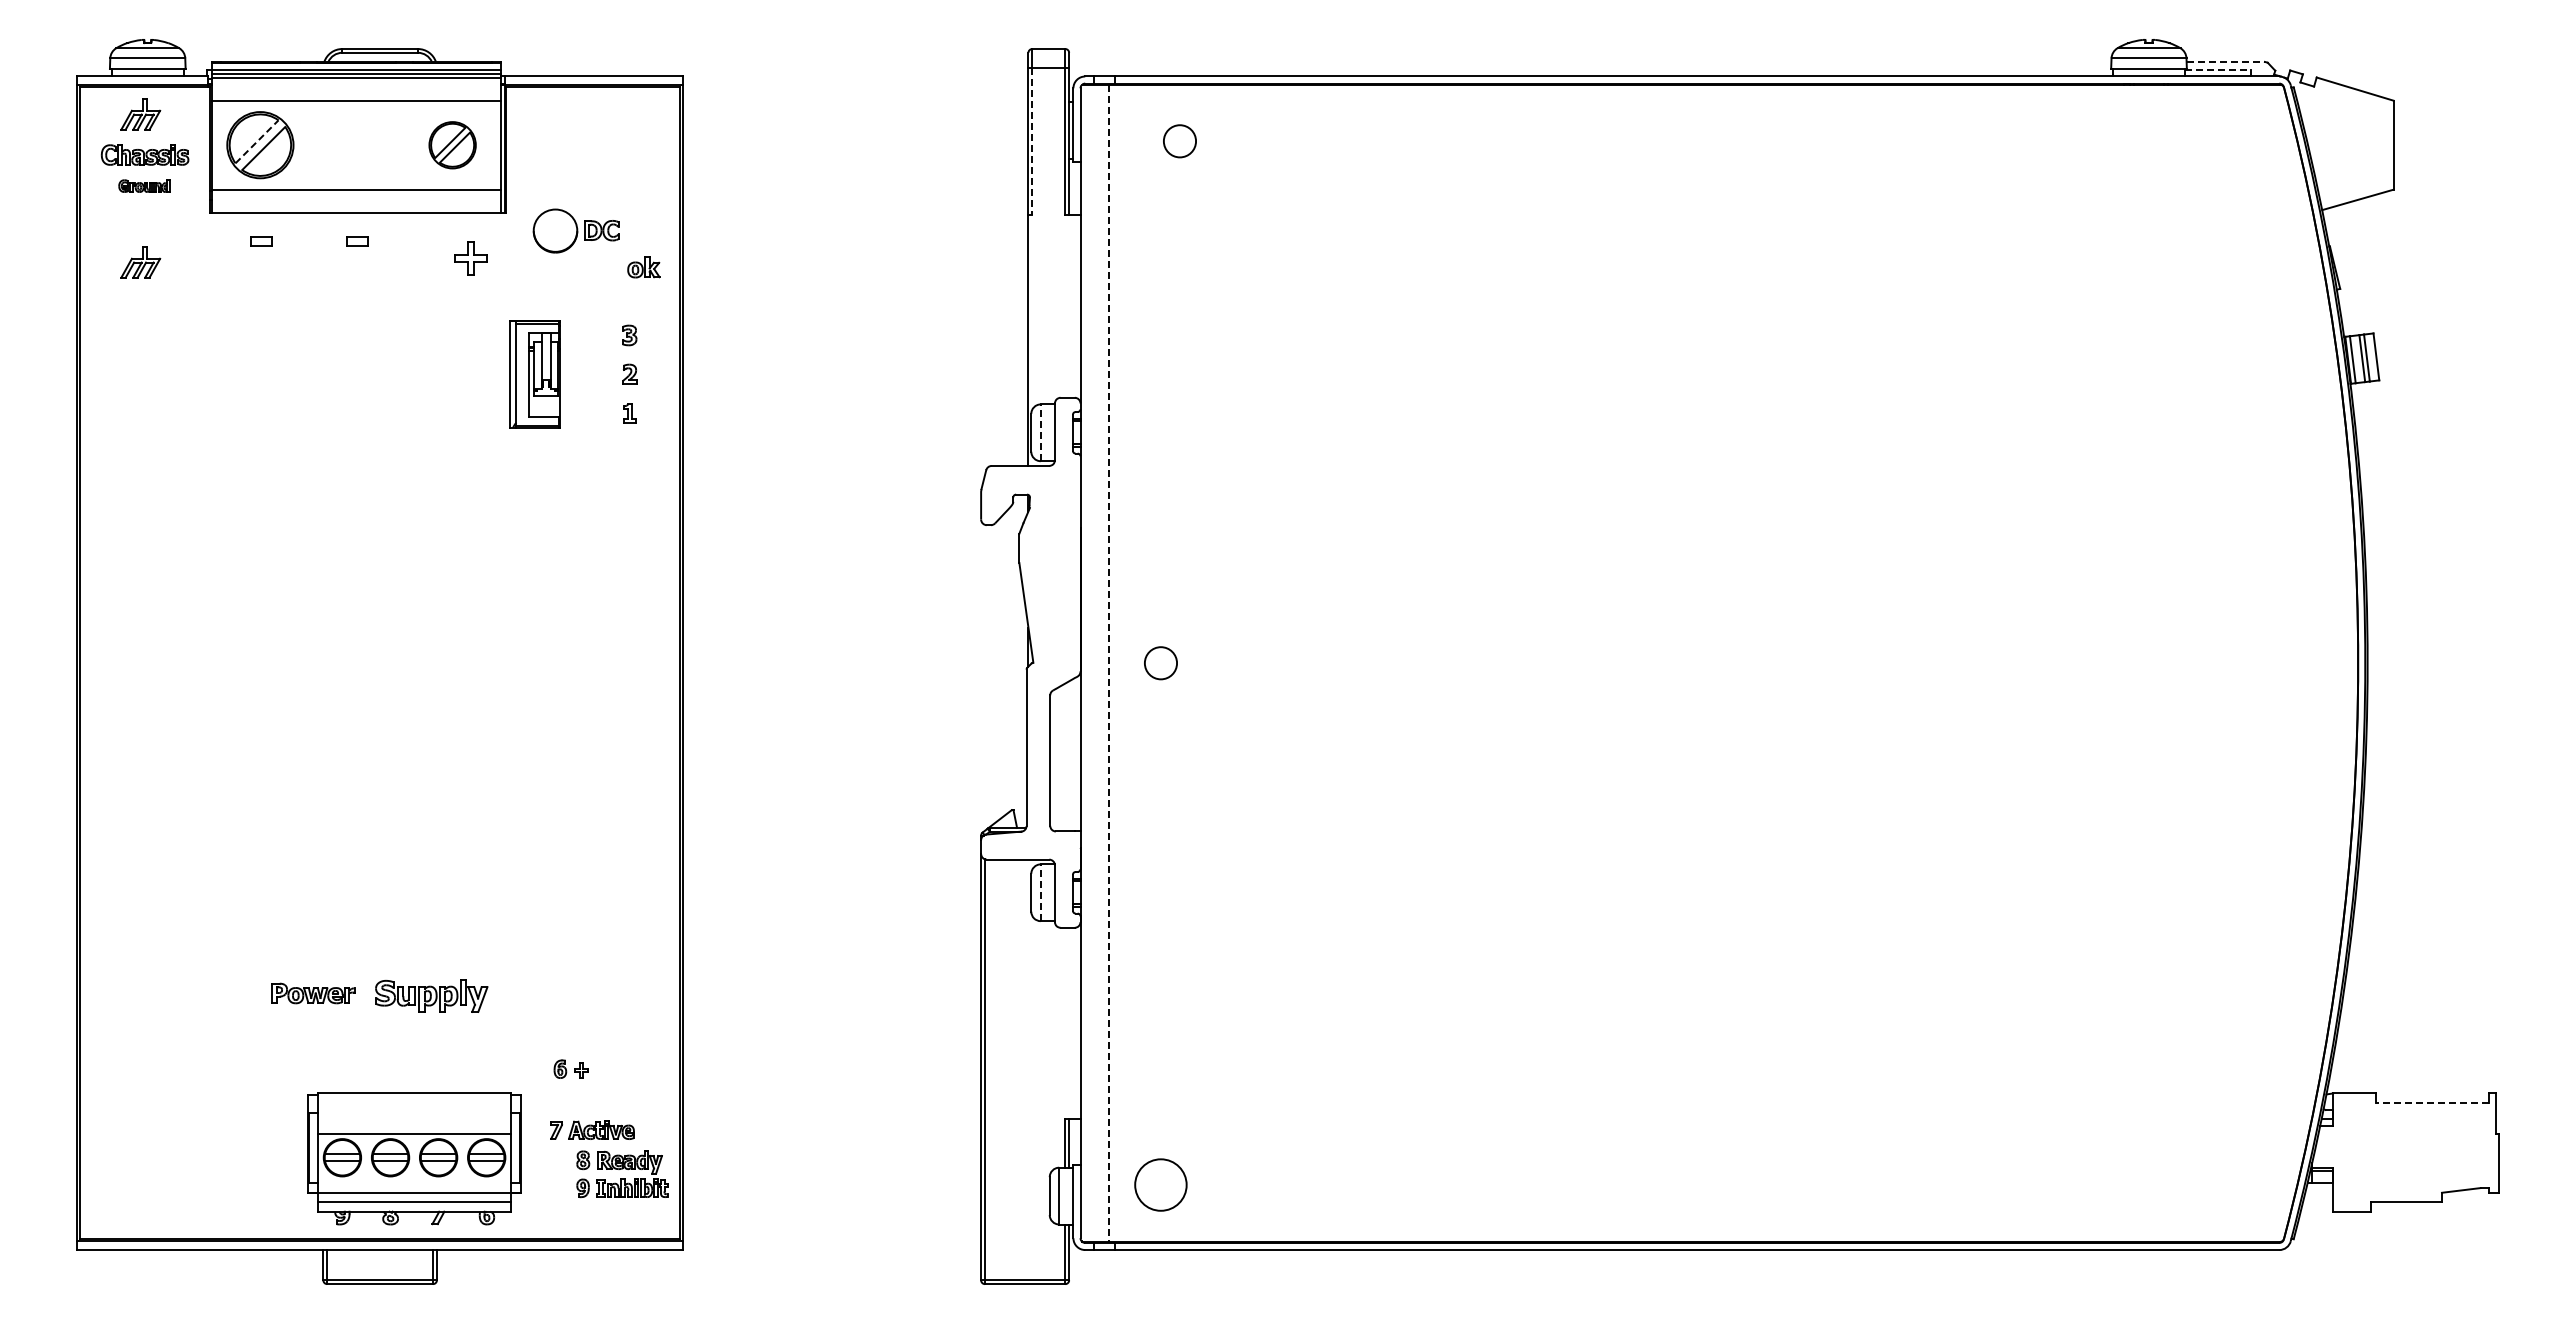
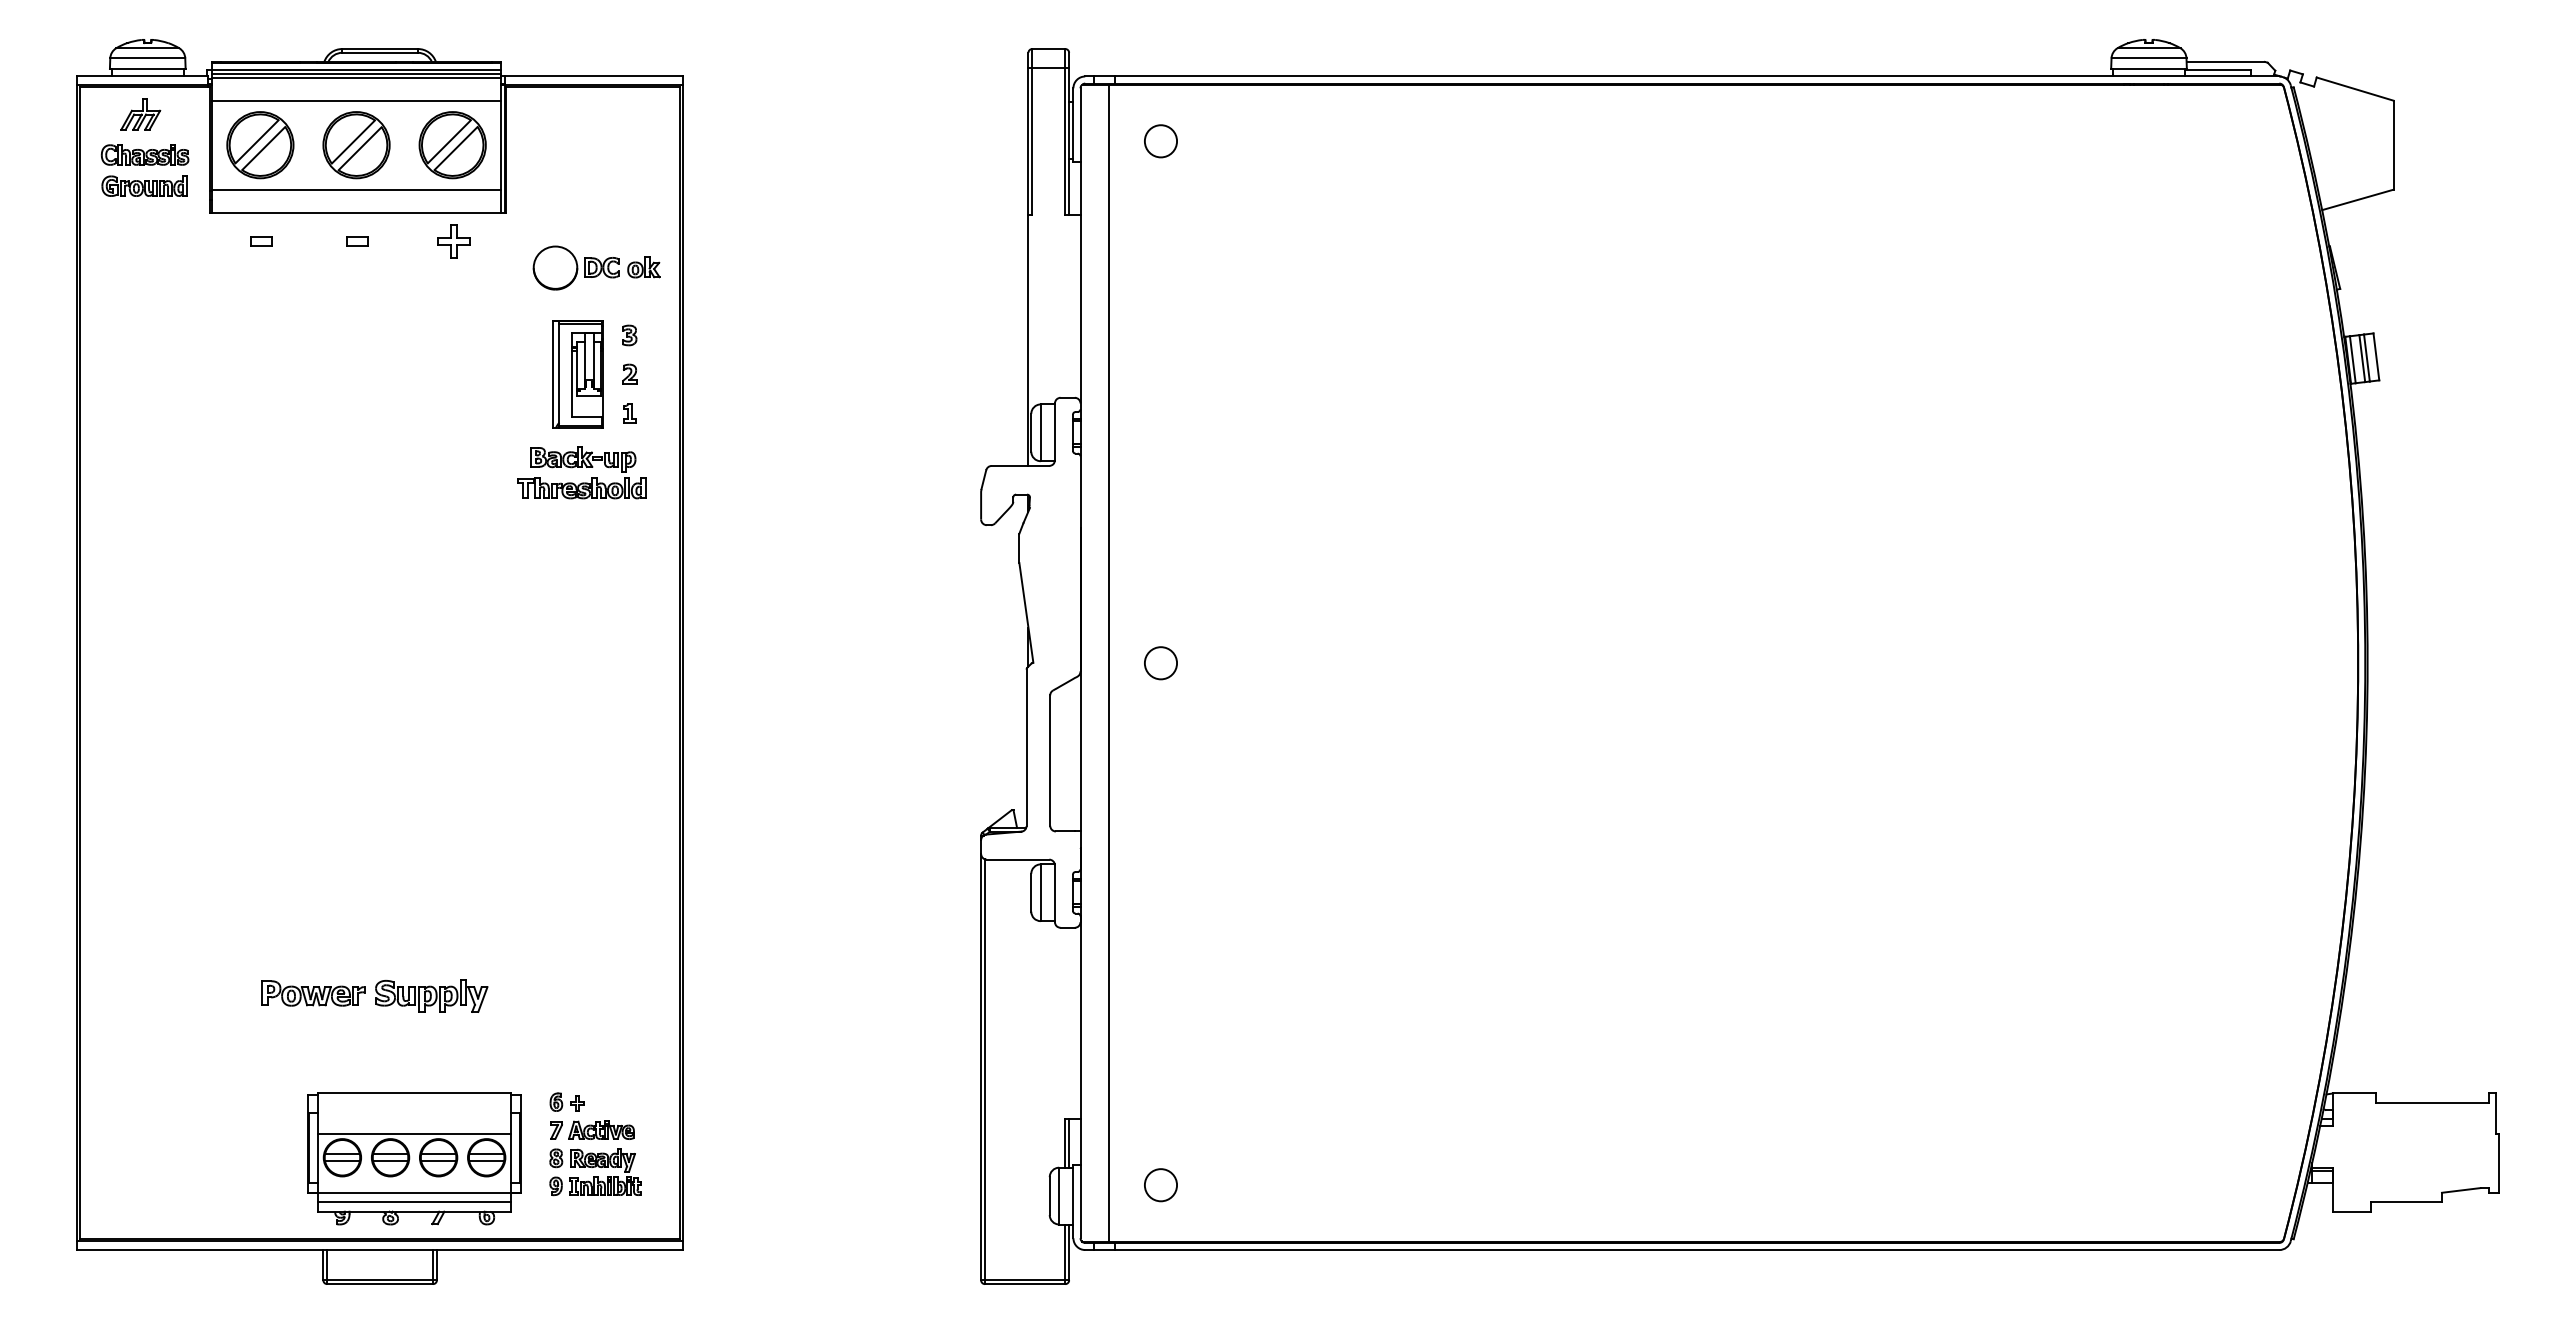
line at (2226, 61): dashed -> solid
line at (2218, 70): dashed -> solid
line at (257, 141): dashed -> solid
line at (1032, 141): dashed -> solid
circle at (1179, 141) position: (1179, 141) -> (1160, 141)
part at (356, 145): none -> present
part at (452, 145) size: 49x49 px -> 69x69 px
part at (144, 185) size: 53x14 px -> 87x22 px
part at (575, 230) position: (575, 230) -> (575, 267)
part at (470, 258) position: (470, 258) -> (453, 241)
part at (140, 262): present -> none
part at (534, 374) position: (534, 374) -> (577, 374)
line at (1040, 432): dashed -> solid
part at (581, 472): none -> present
line at (1108, 663): dashed -> solid
line at (1040, 892): dashed -> solid
part at (313, 993) size: 85x23 px -> 105x27 px
part at (570, 1068) position: (570, 1068) -> (566, 1101)
line at (2432, 1102): dashed -> solid
part at (622, 1174) position: (622, 1174) -> (595, 1172)
circle at (1160, 1184) size: 54x54 px -> 34x35 px
